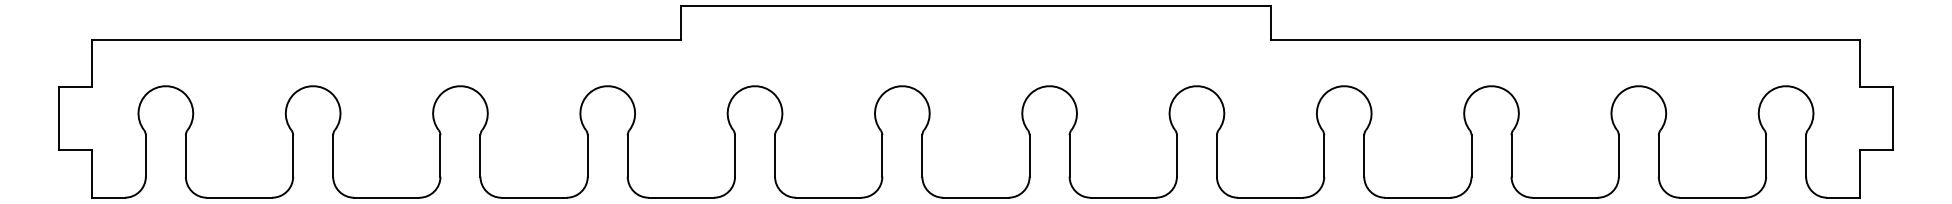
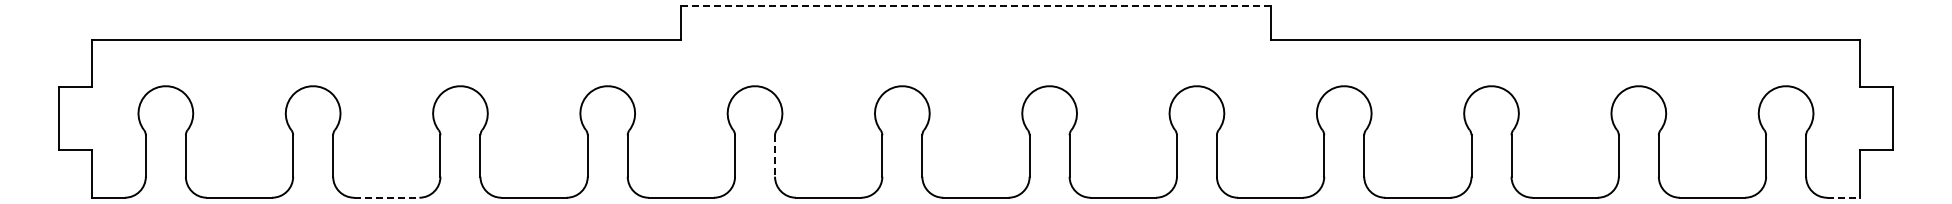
line at (975, 6): solid -> dashed
line at (775, 156): solid -> dashed
line at (386, 197): solid -> dashed
line at (1843, 197): solid -> dashed
